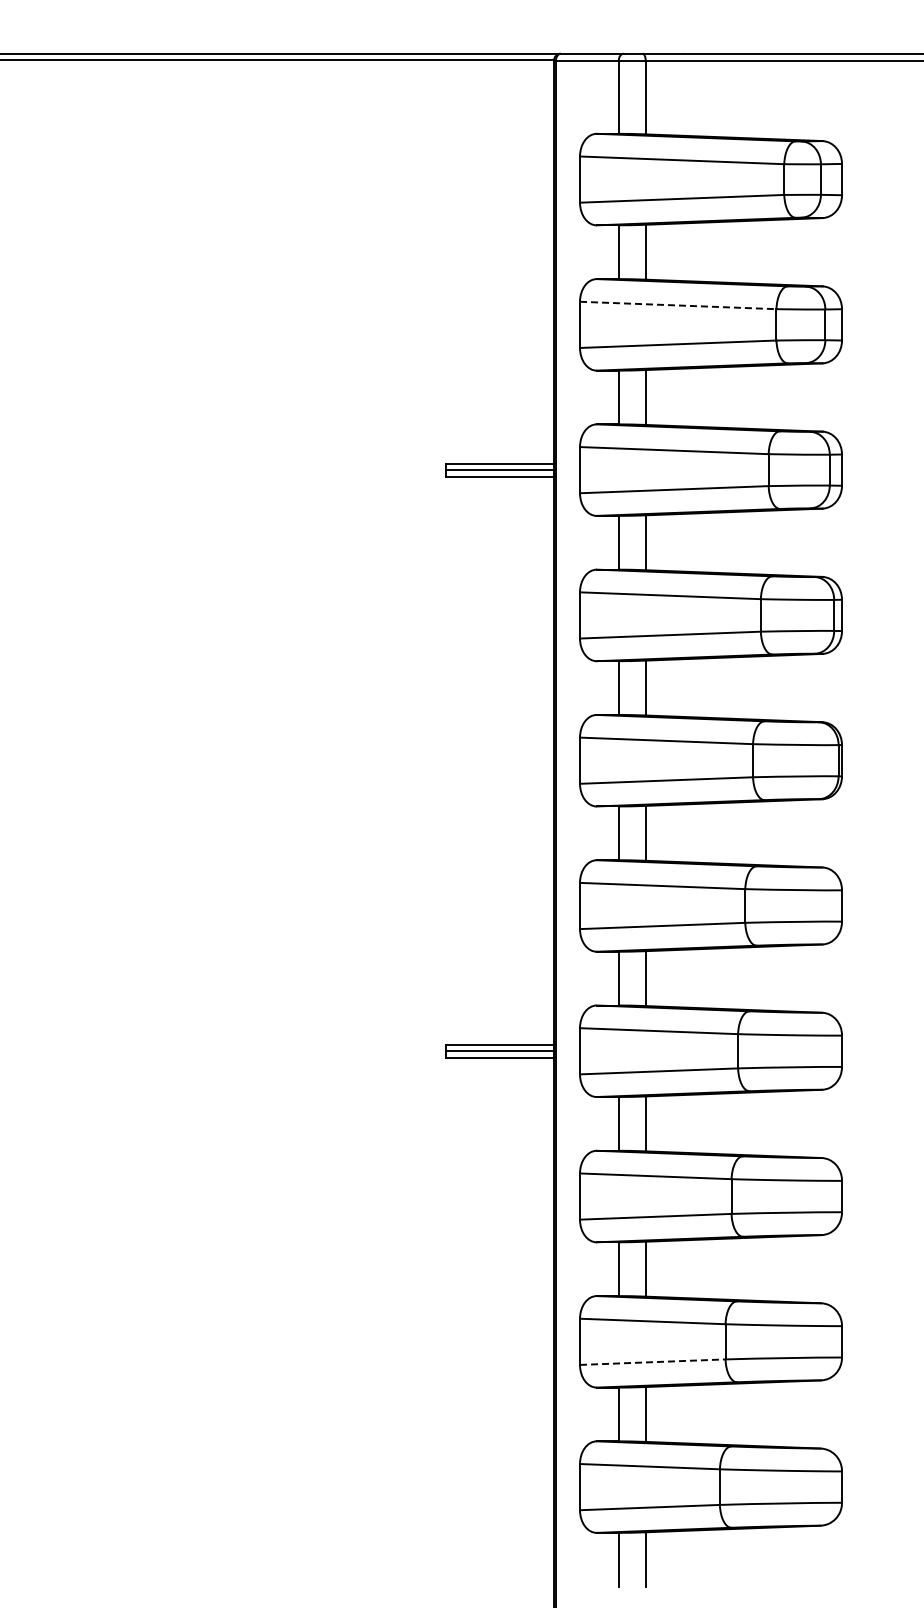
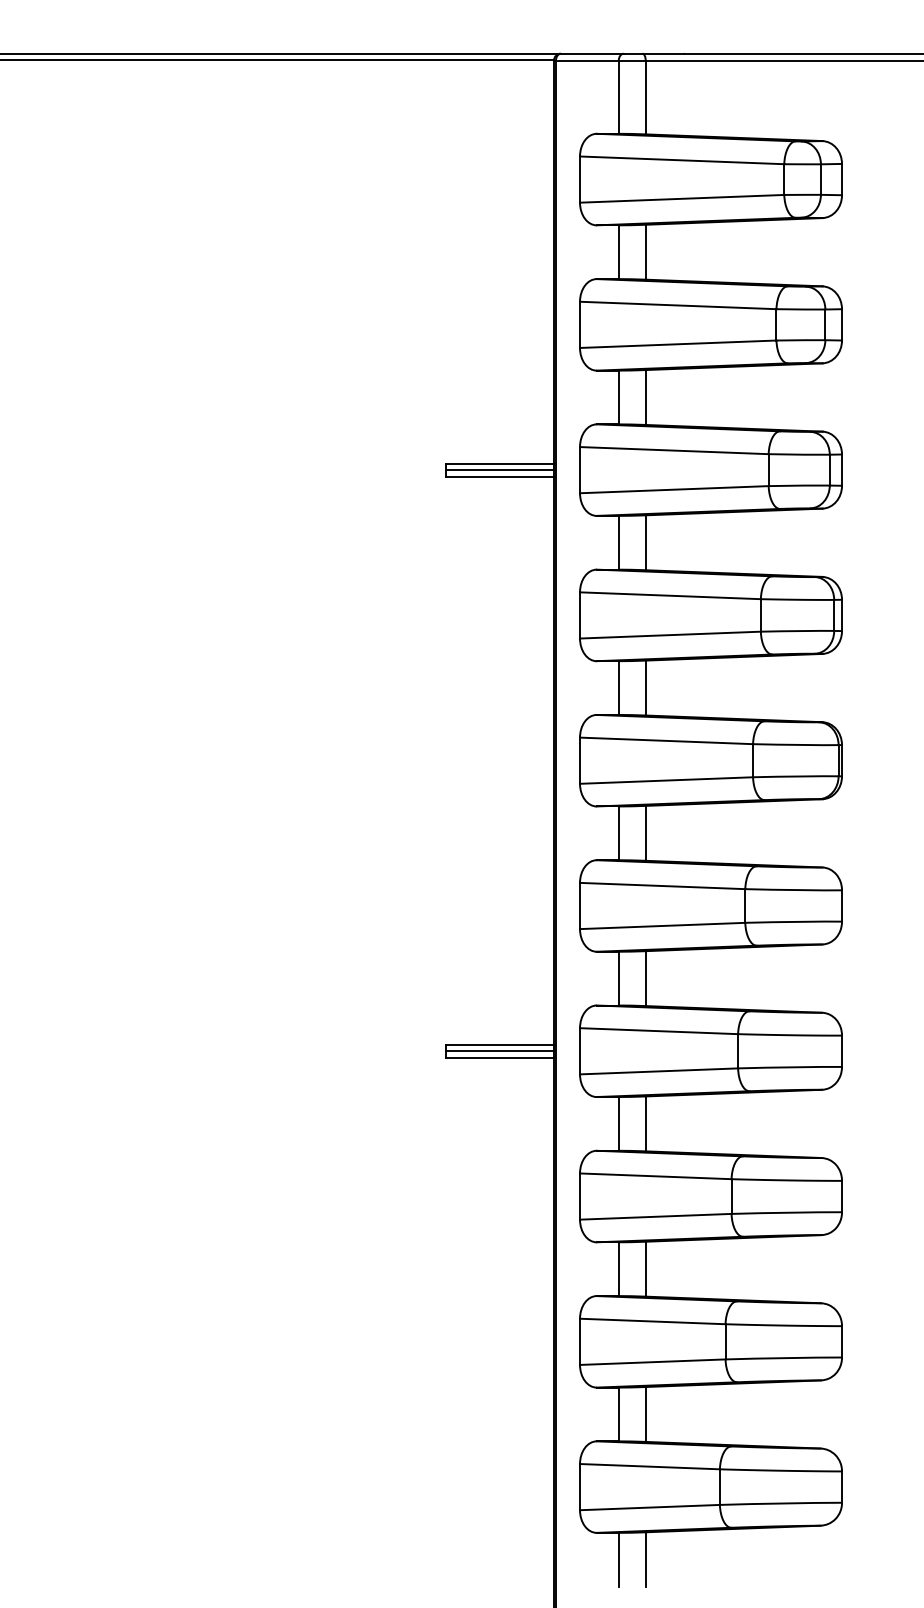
line at (678, 305): dashed -> solid
line at (652, 1362): dashed -> solid
